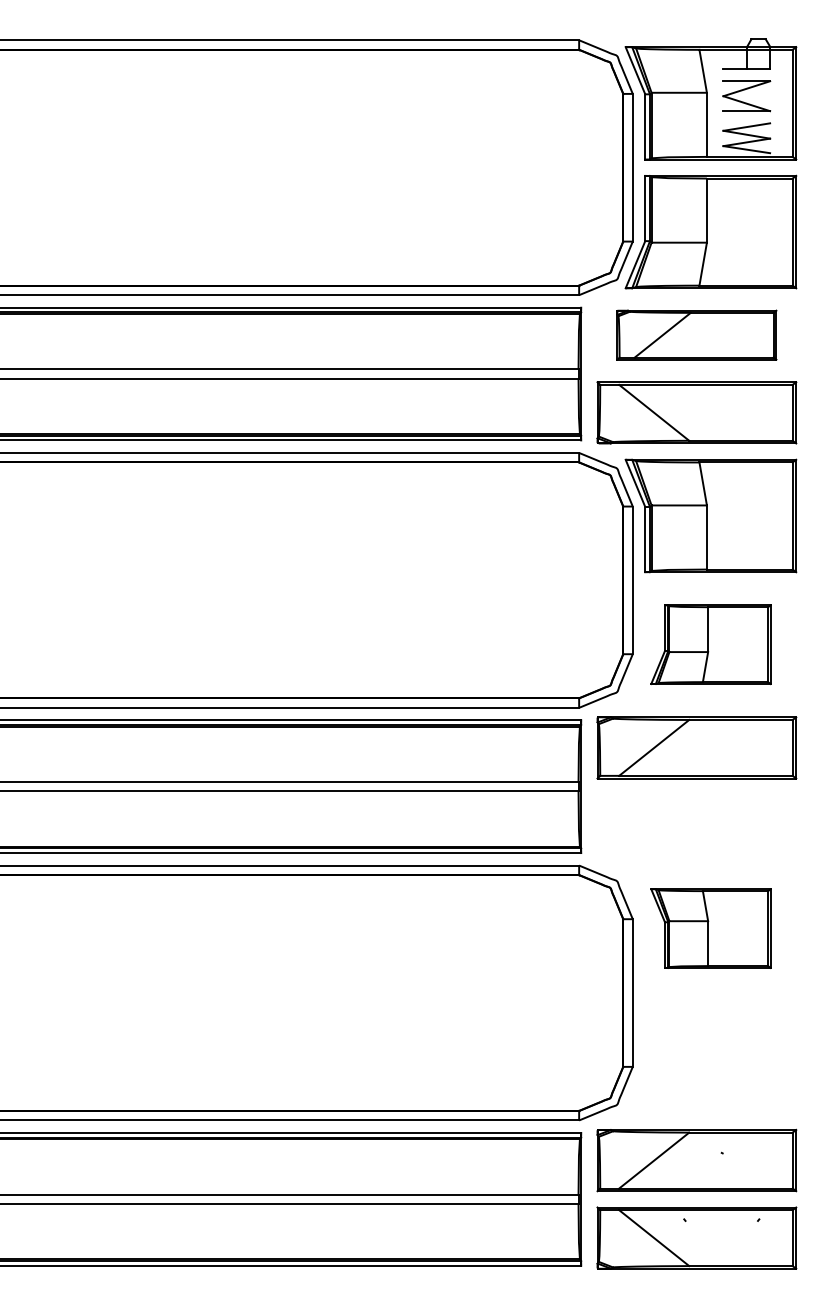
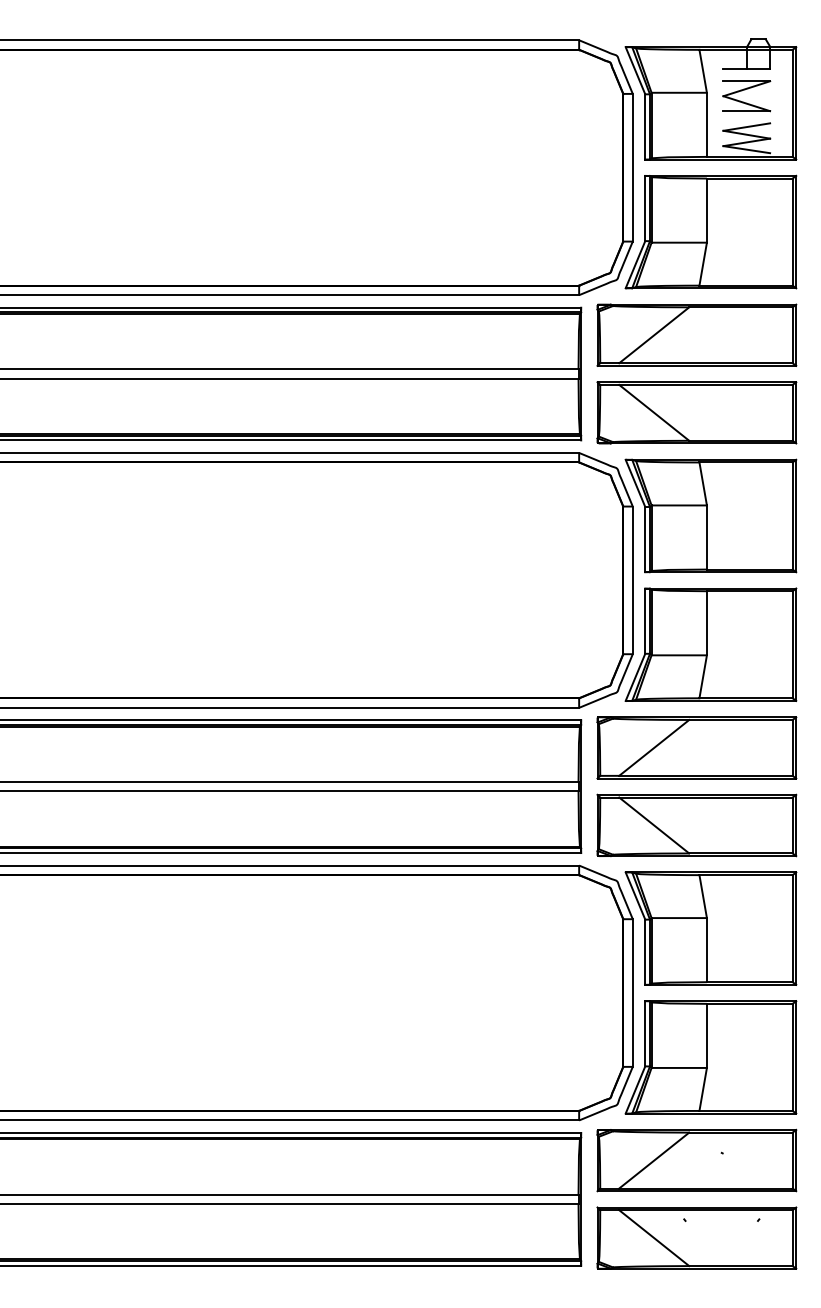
part at (696, 334) size: 162x52 px -> 202x64 px
part at (710, 644) size: 122x82 px -> 174x115 px
part at (696, 825): none -> present
part at (710, 928) size: 122x81 px -> 174x115 px
part at (710, 1057): none -> present
